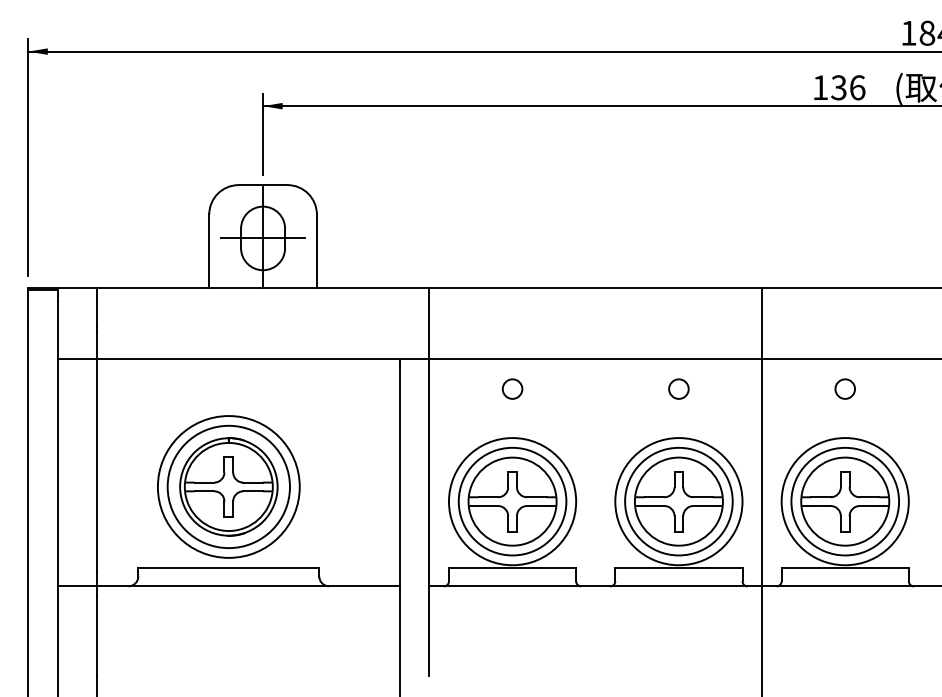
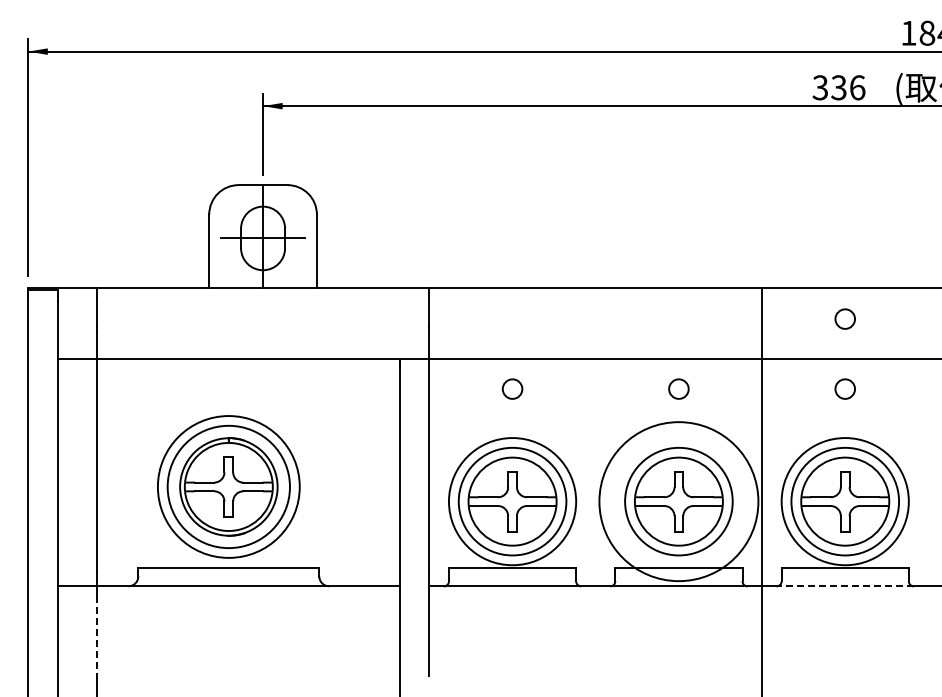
text at (819, 87): 136 -> 336
circle at (844, 318): none -> present
circle at (678, 501) diameter: 127 px -> 159 px
line at (844, 586): solid -> dashed
line at (96, 636): solid -> dashed
